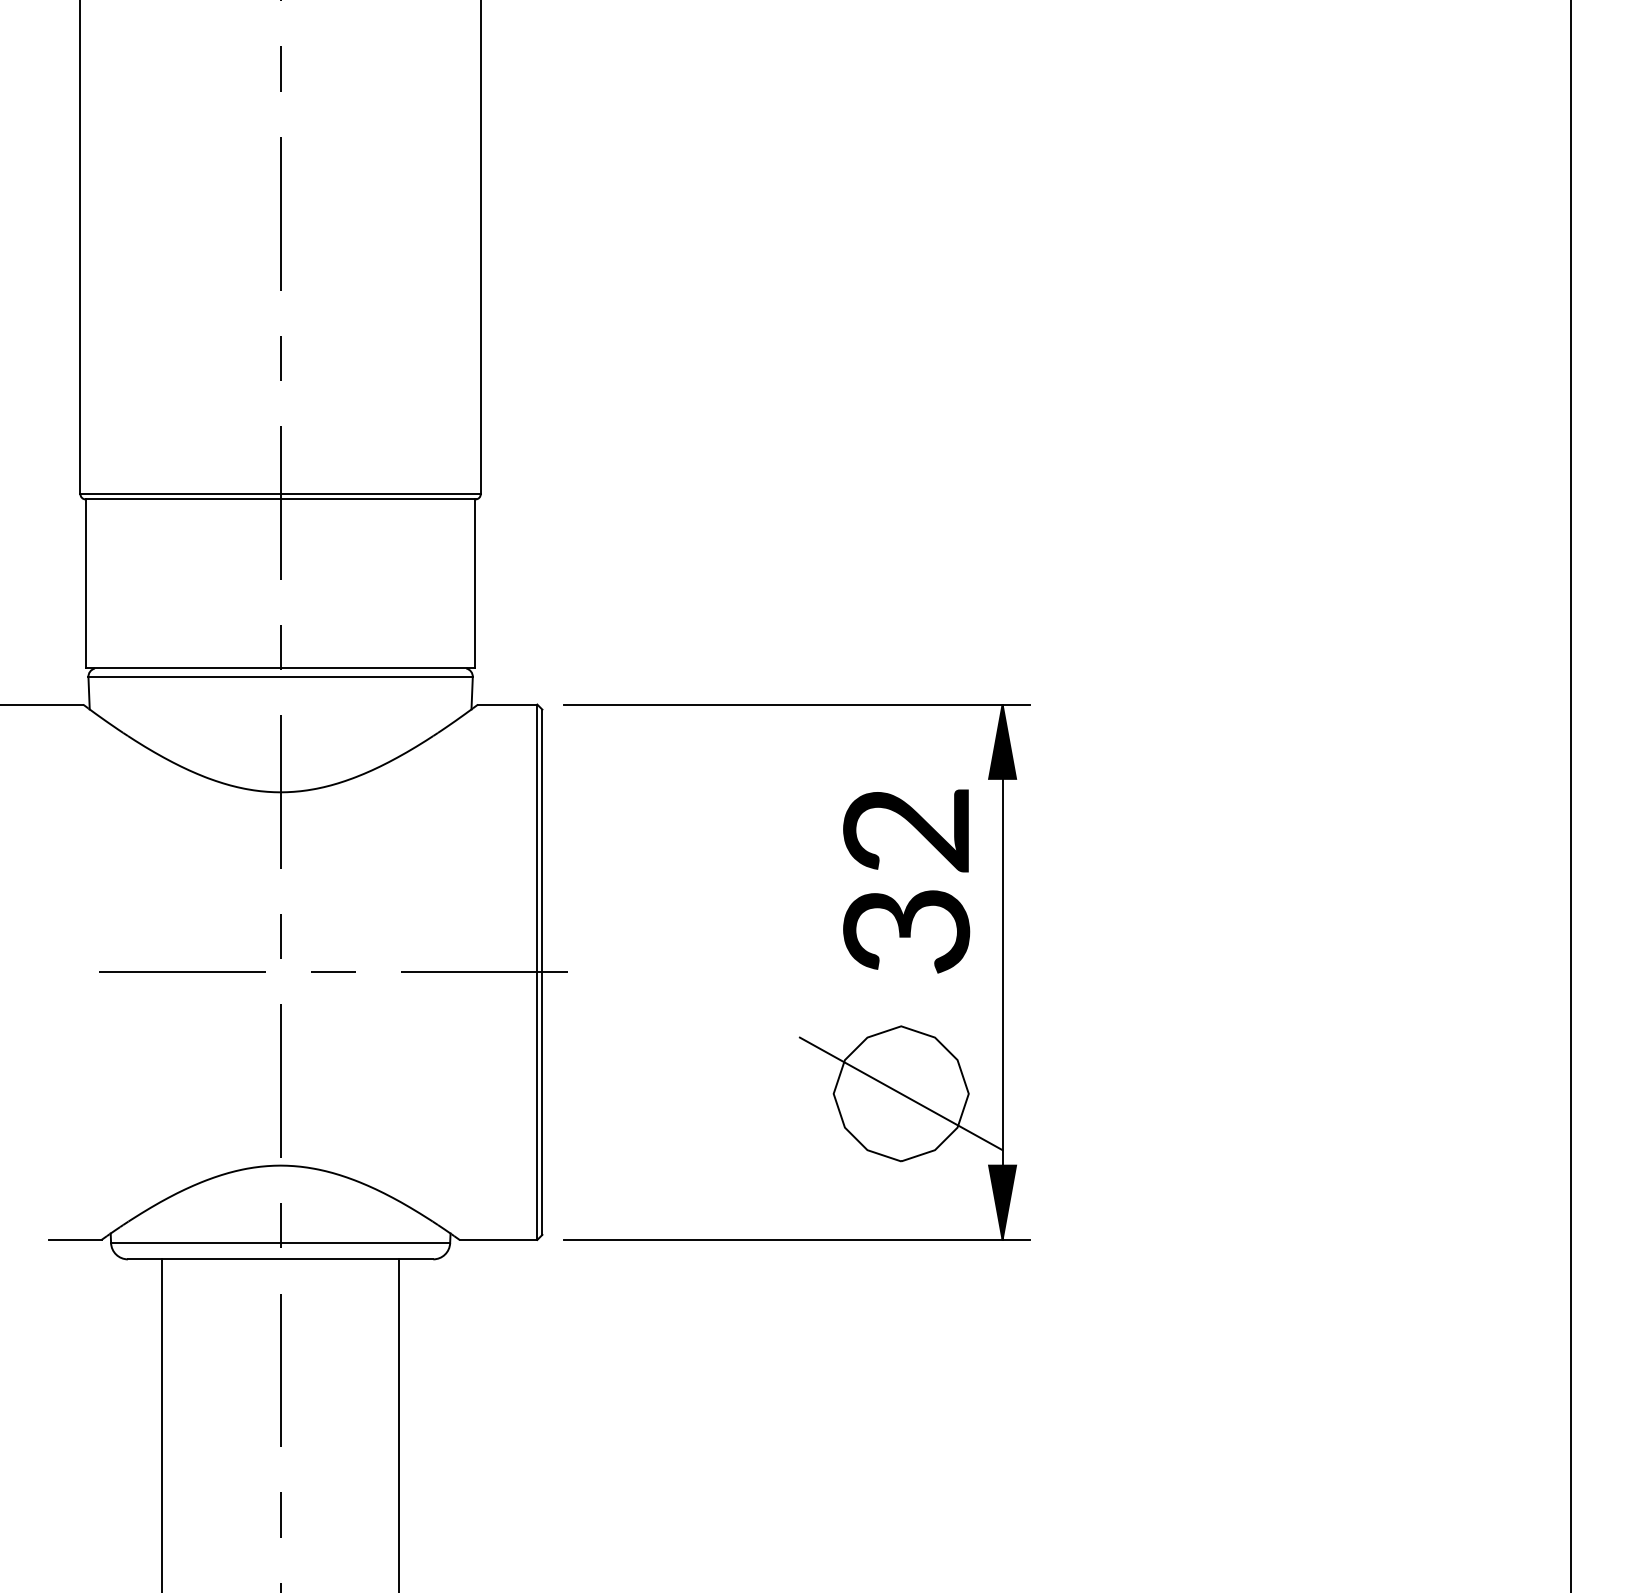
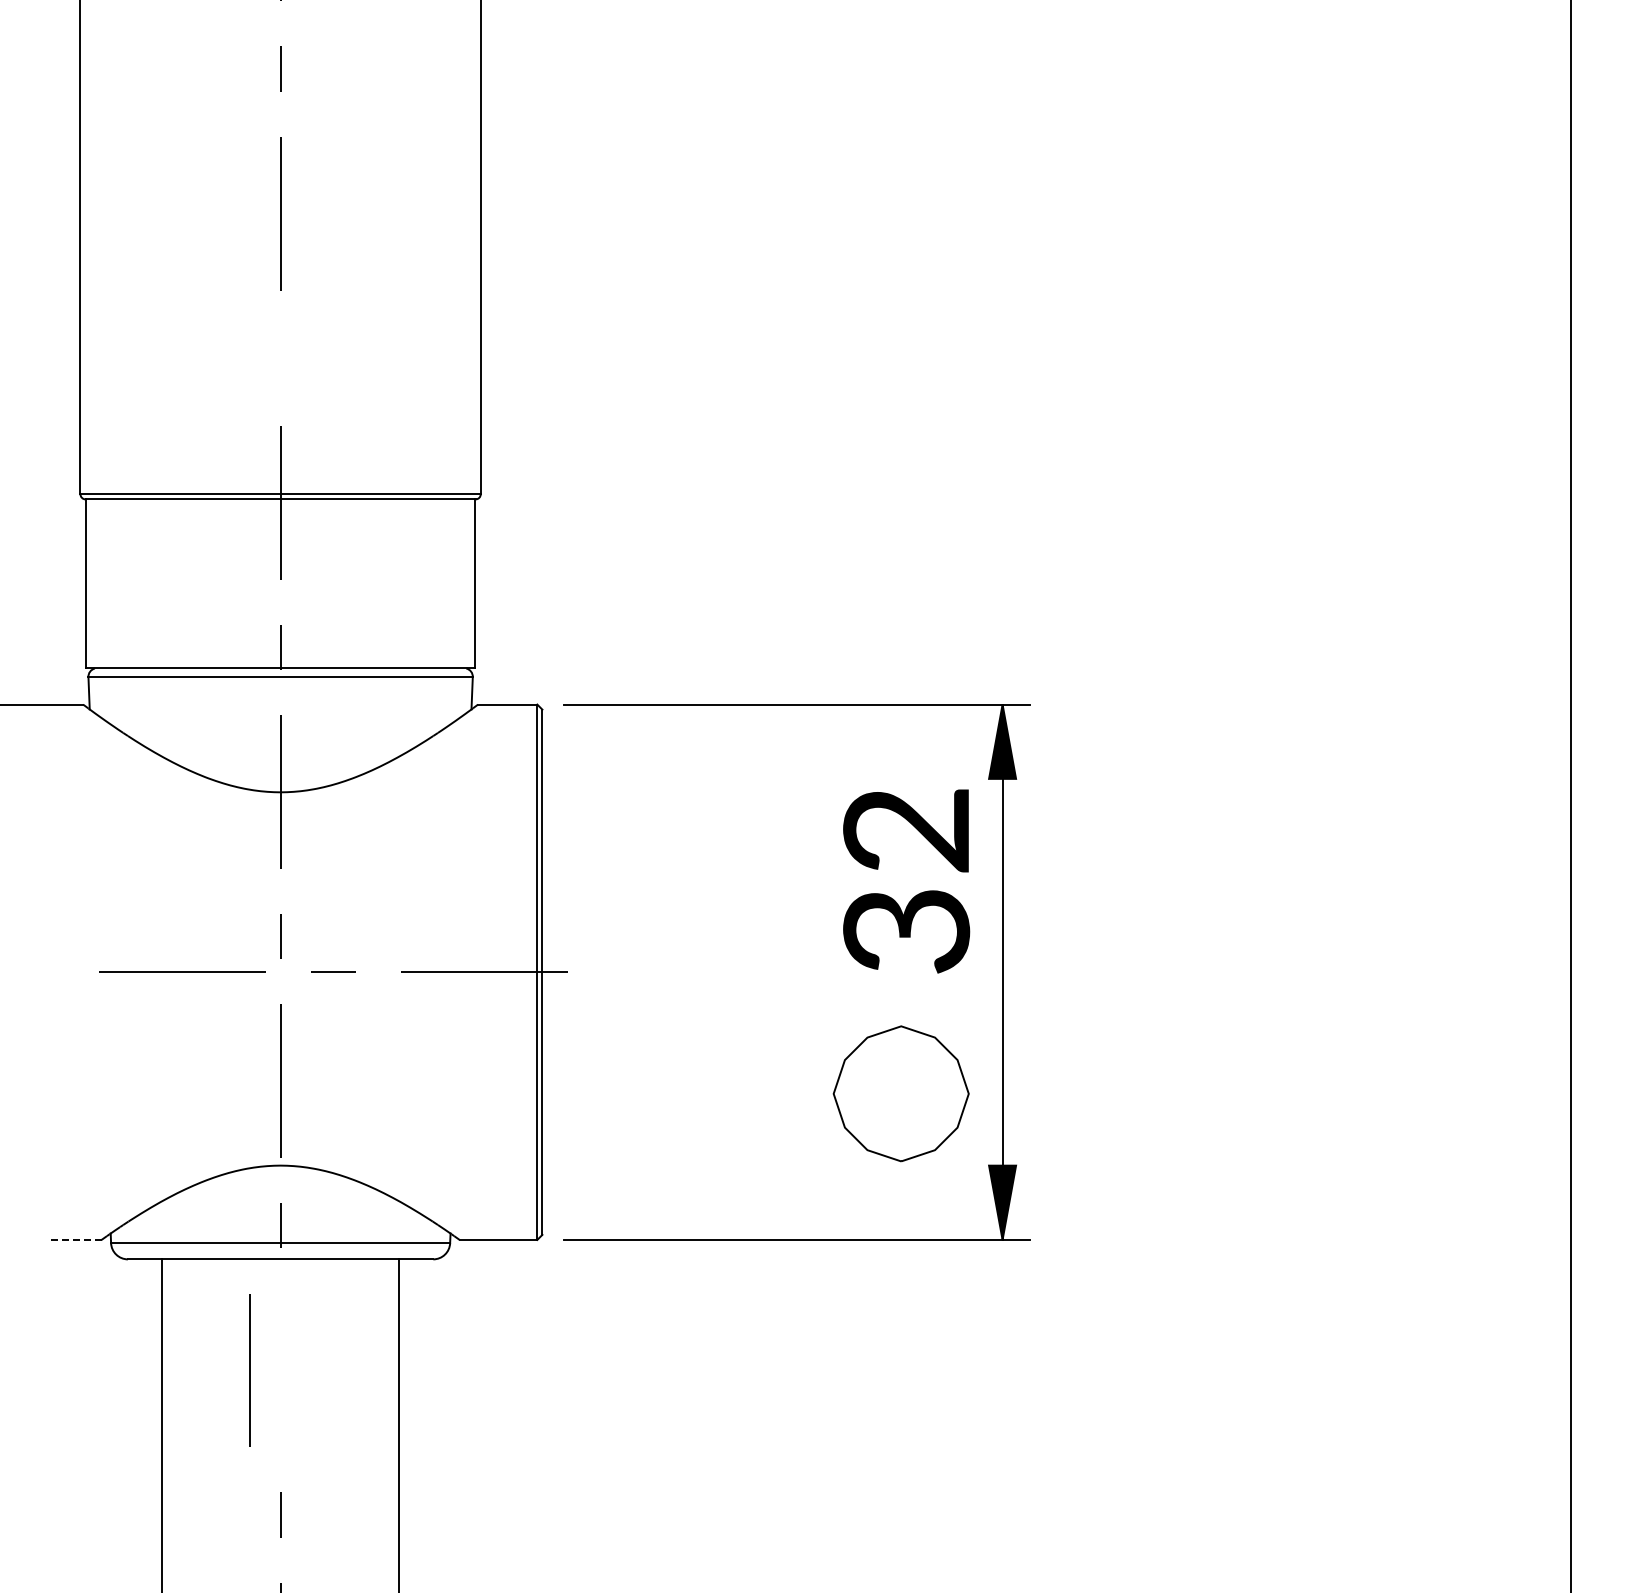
line at (280, 358): present -> none
line at (900, 1093): present -> none
line at (74, 1239): solid -> dashed
line at (280, 1370) position: (280, 1370) -> (249, 1370)
